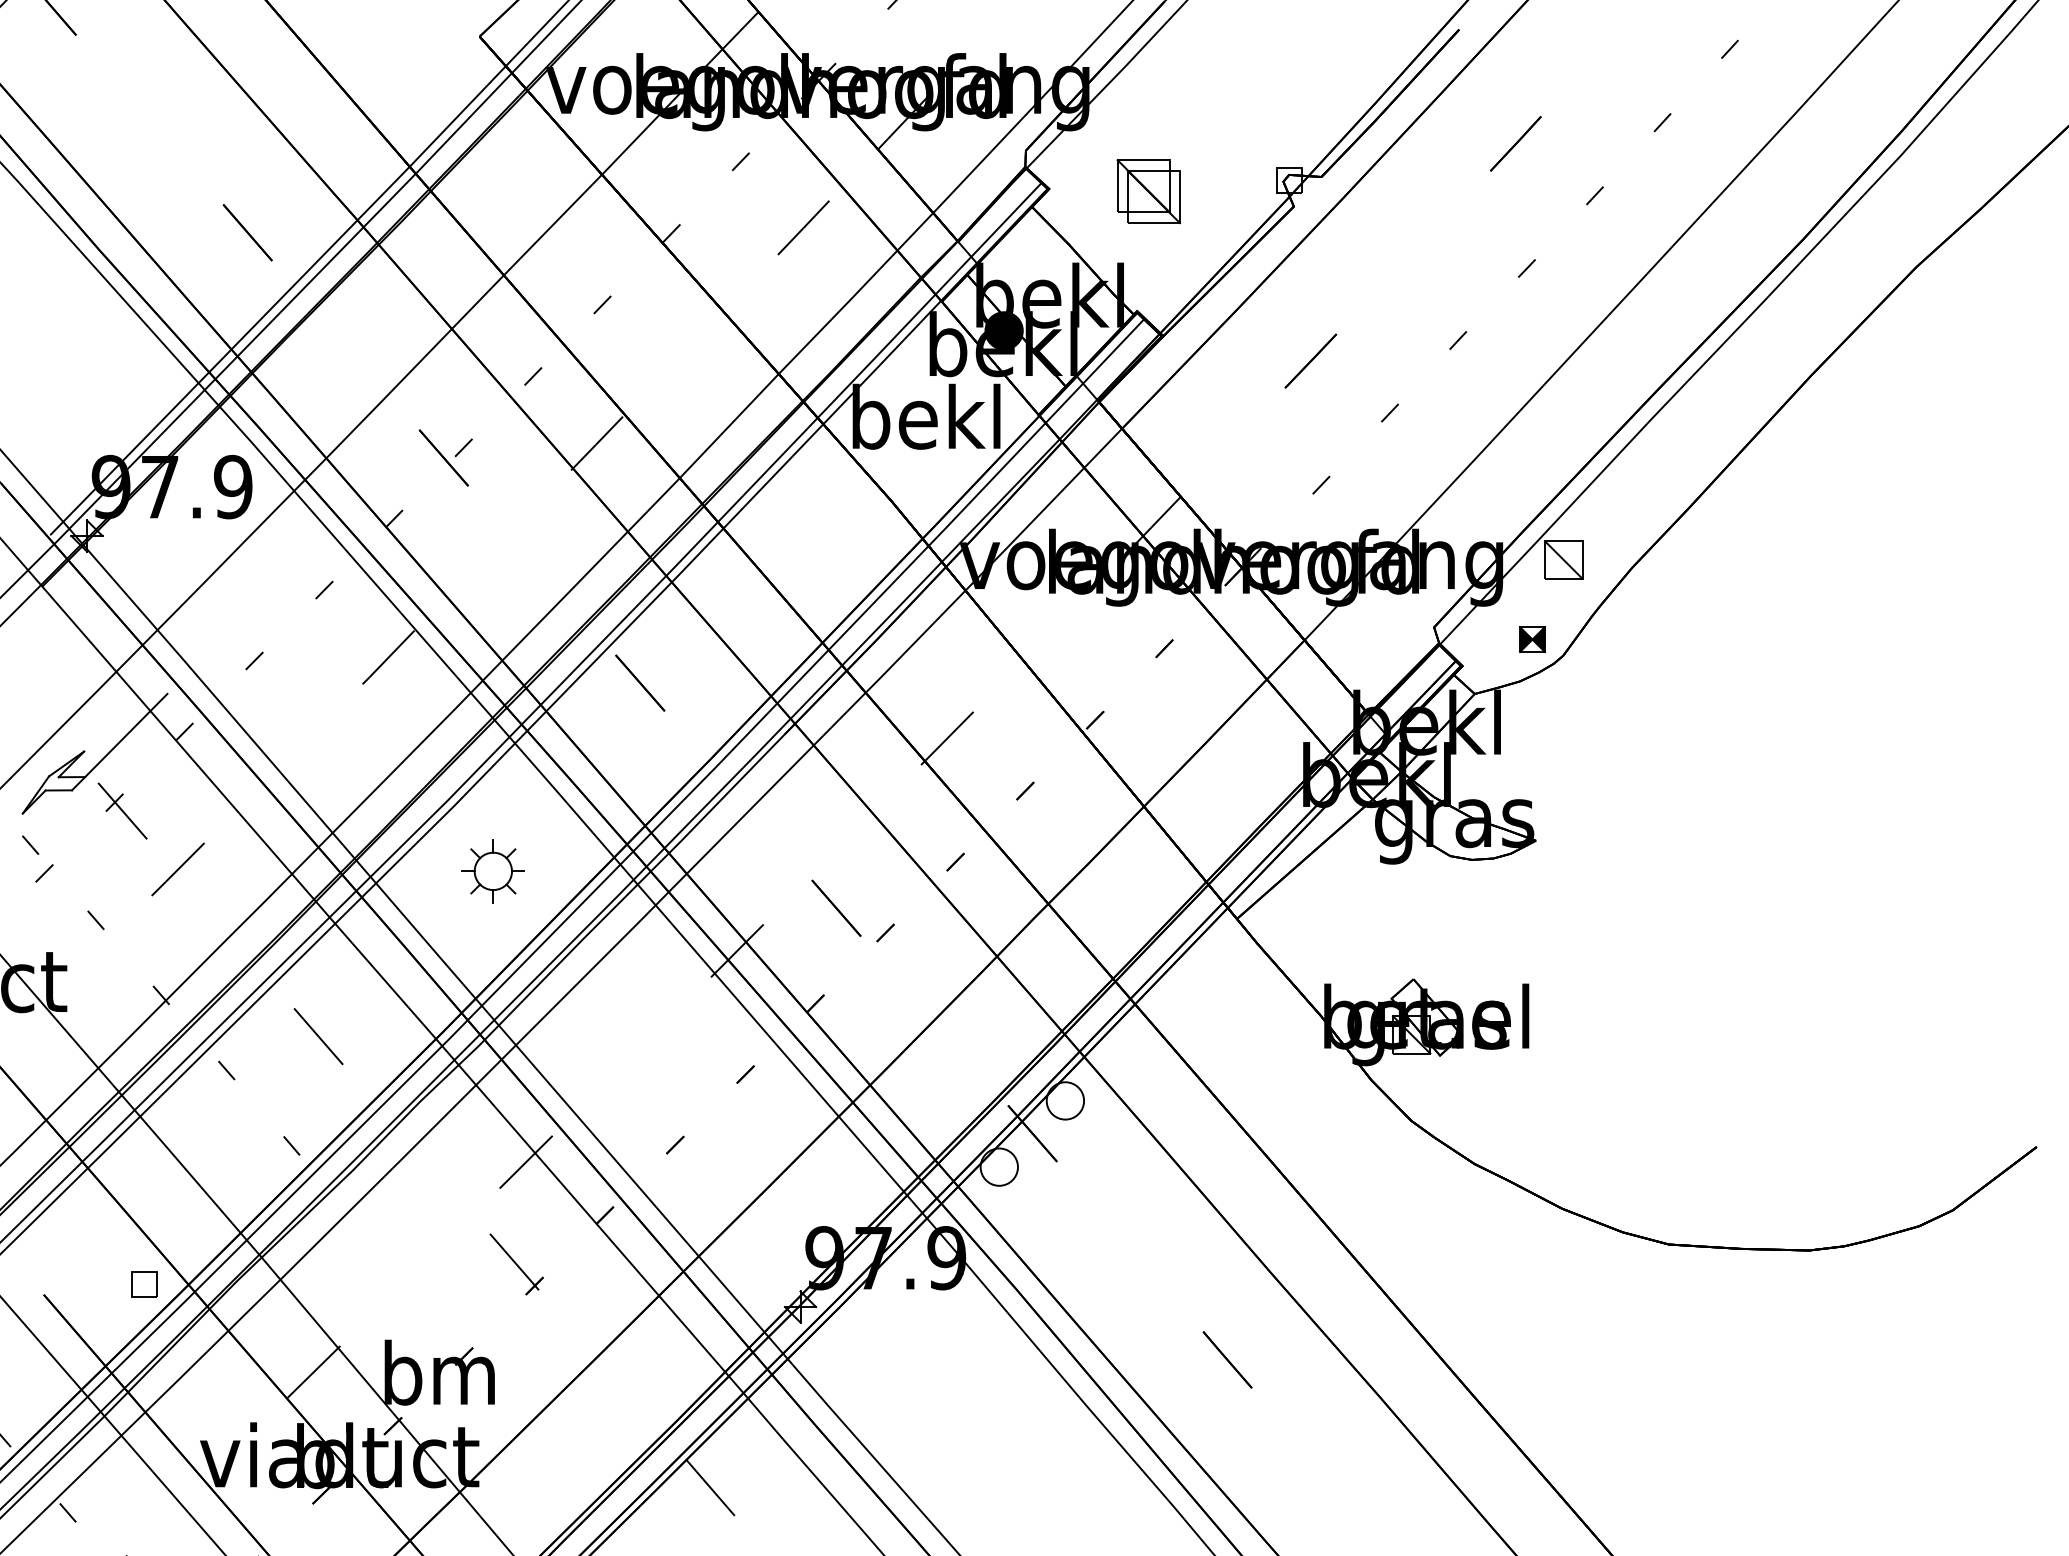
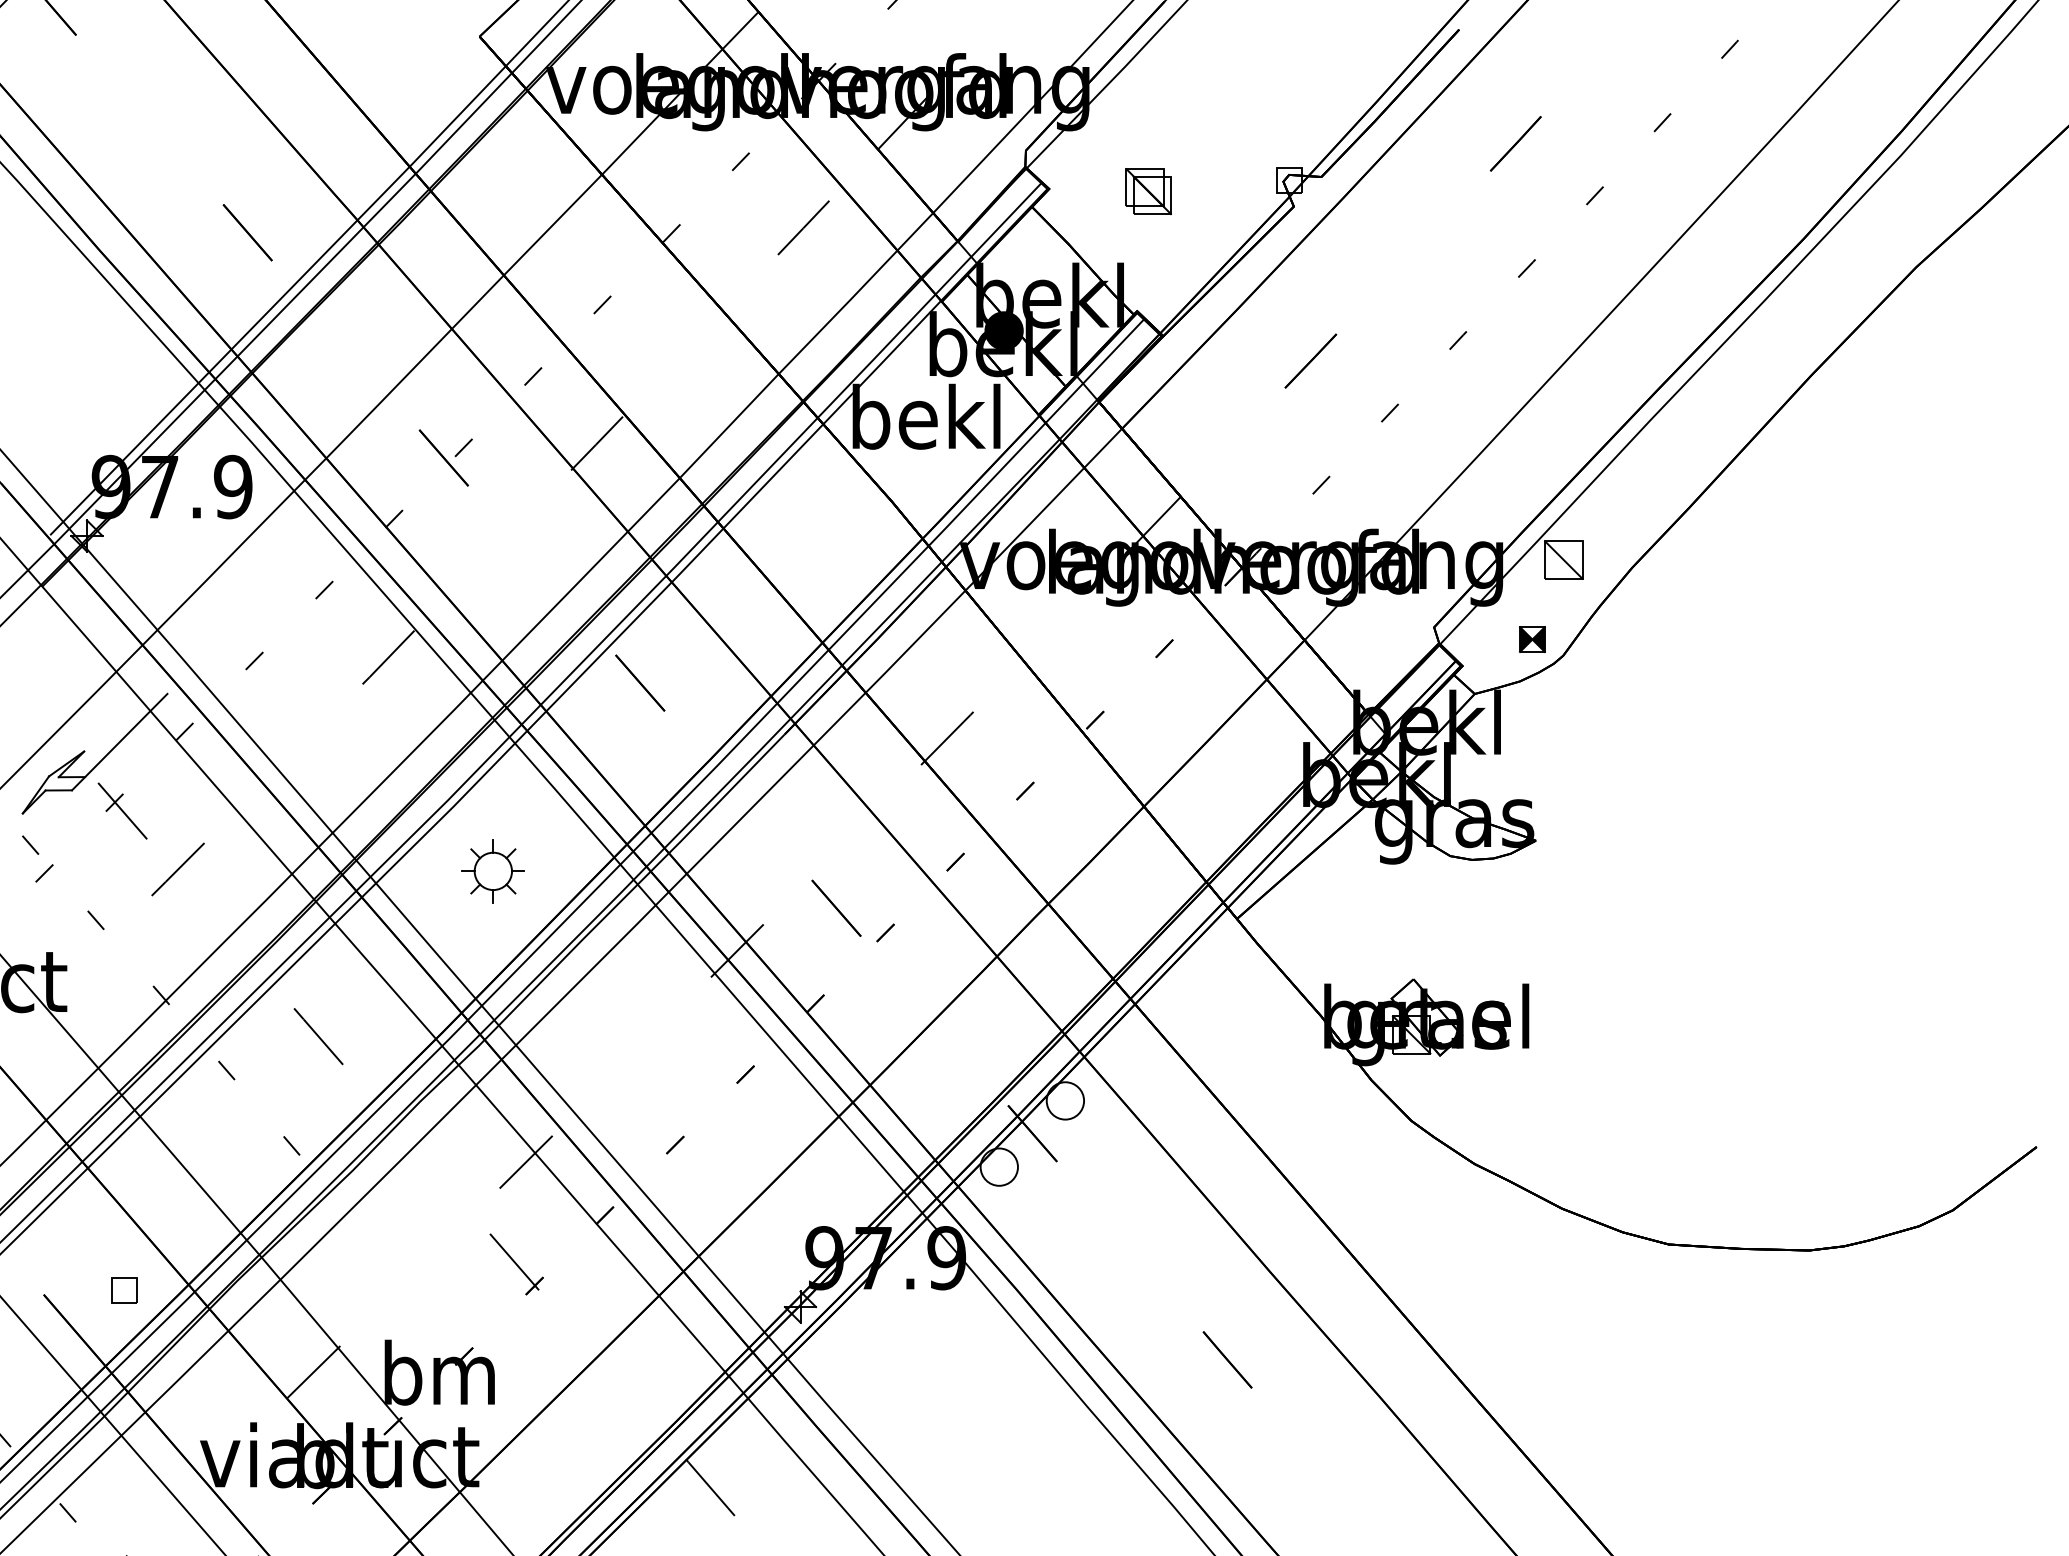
part at (1148, 191) size: 65x66 px -> 47x47 px
part at (144, 1284) position: (144, 1284) -> (124, 1290)
